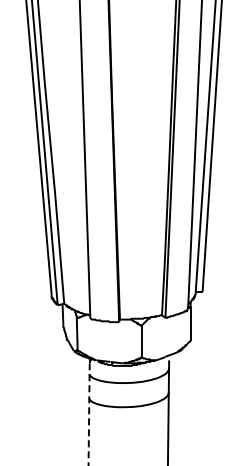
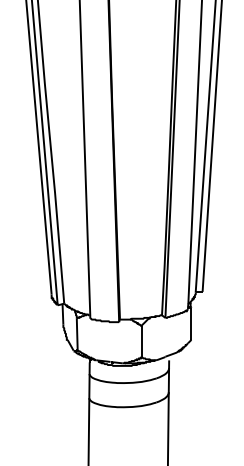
line at (89, 414): dashed -> solid
